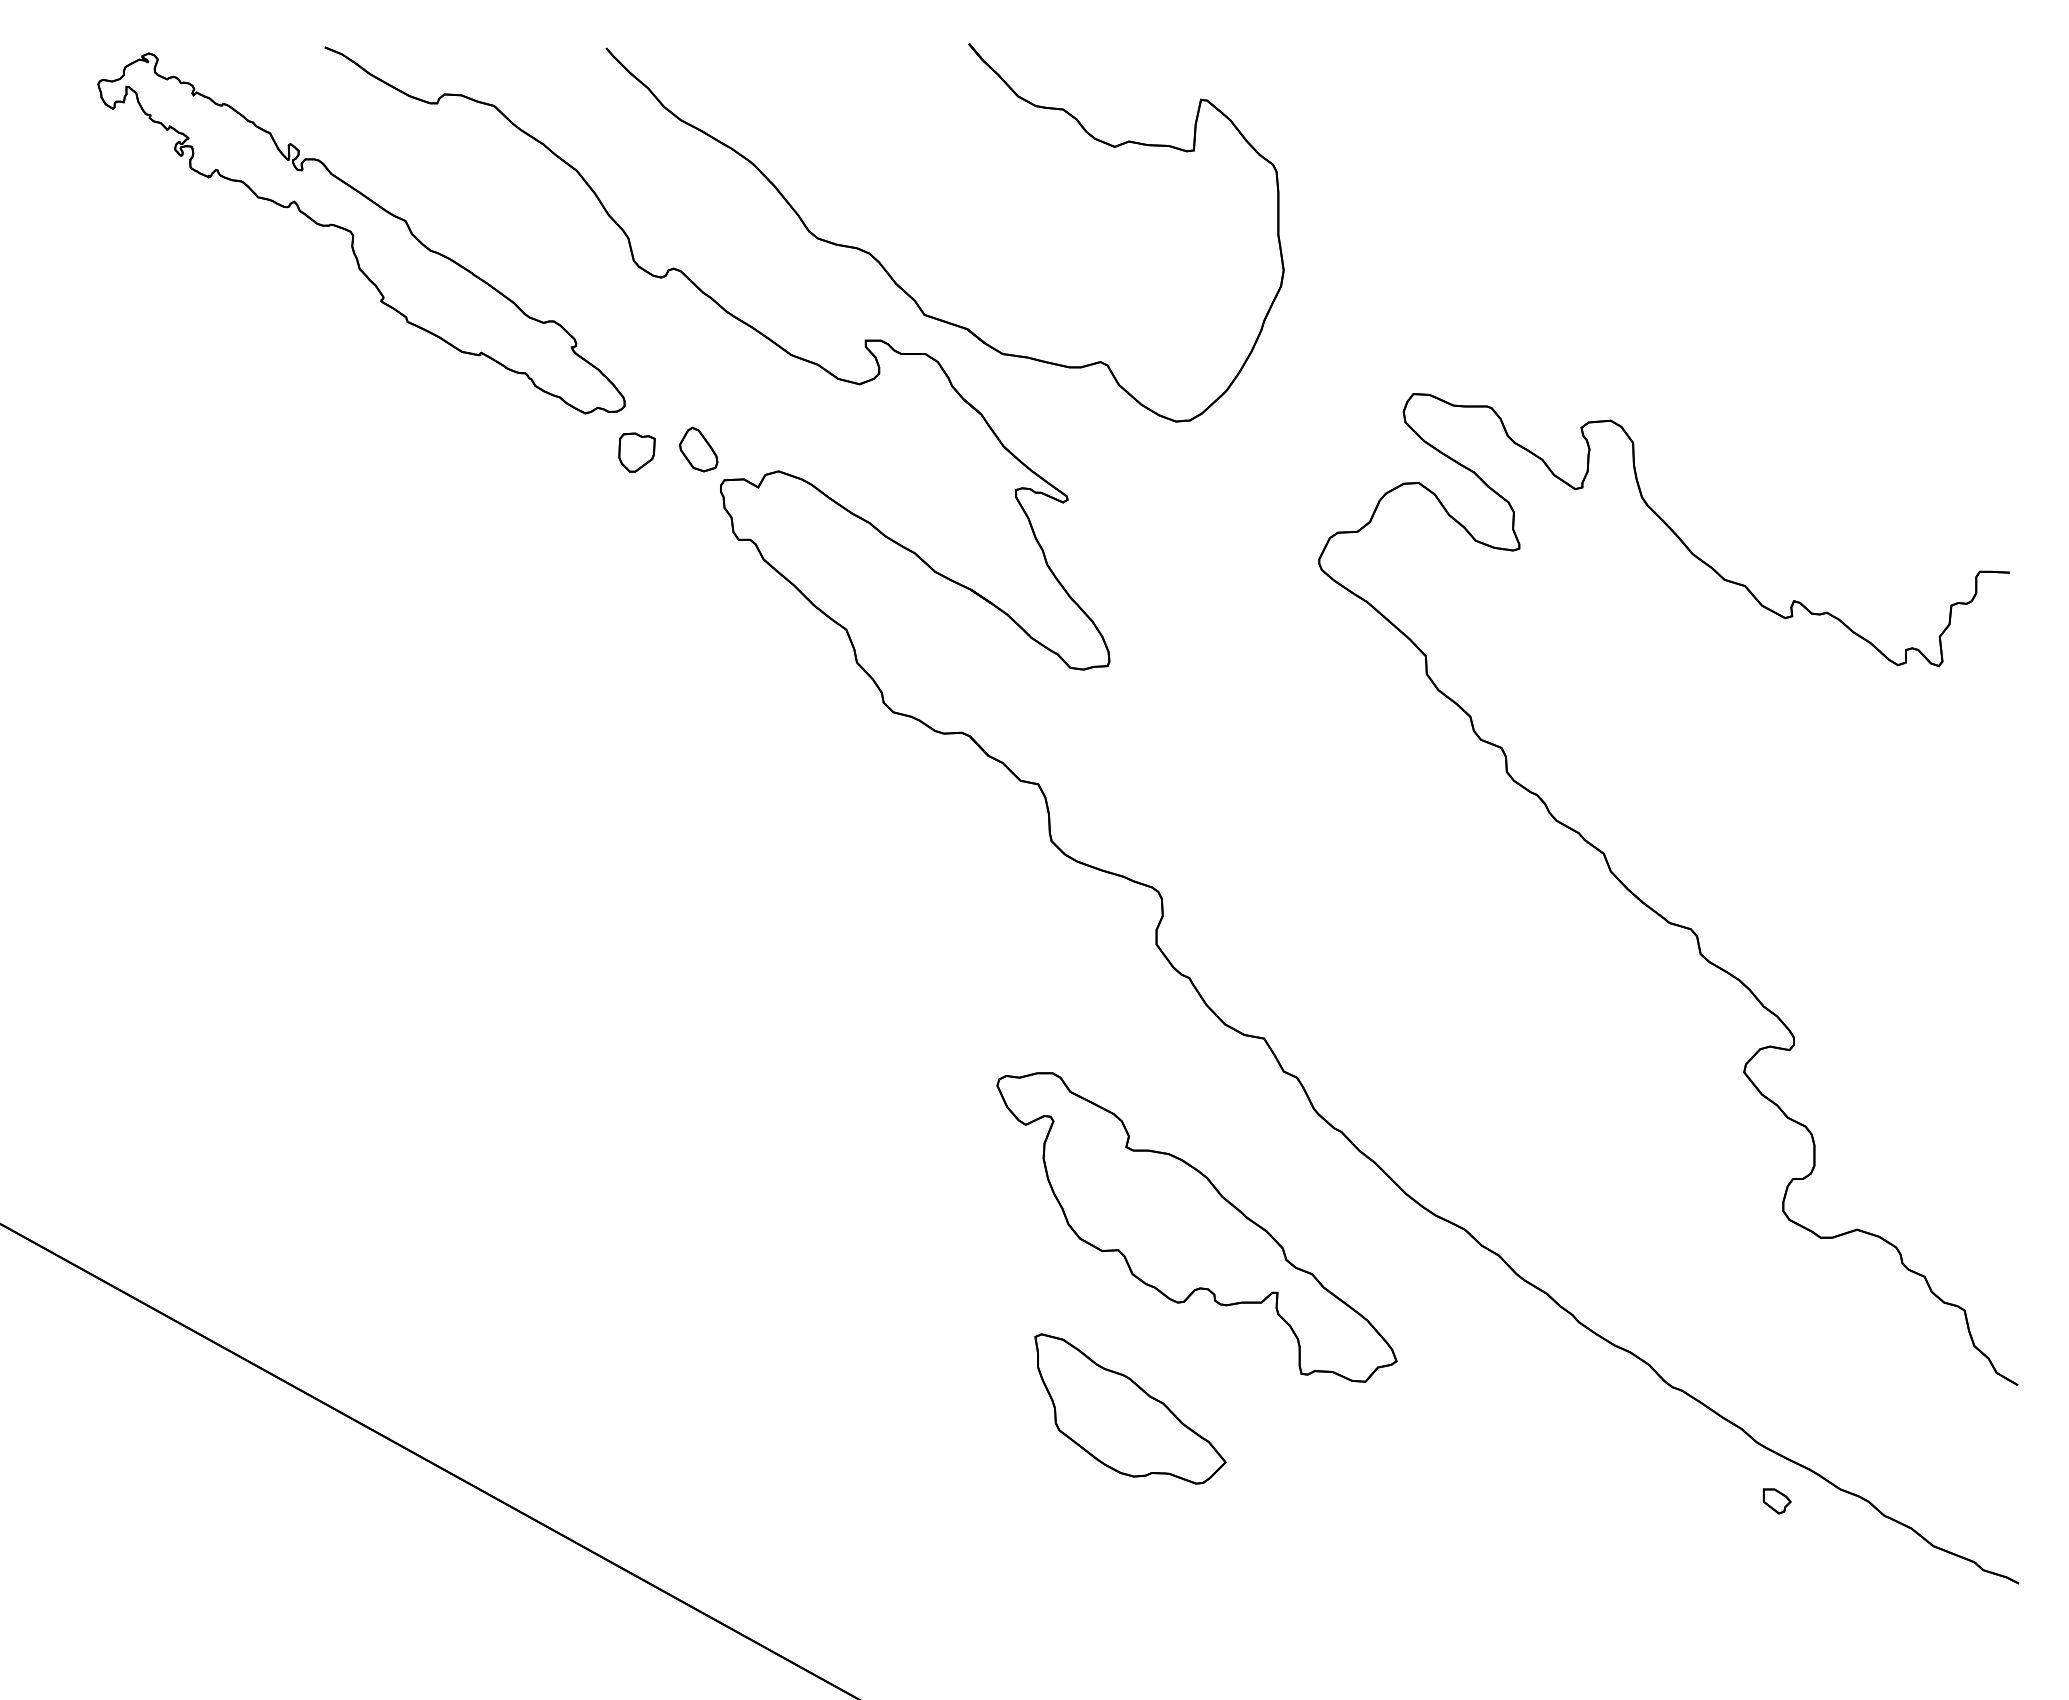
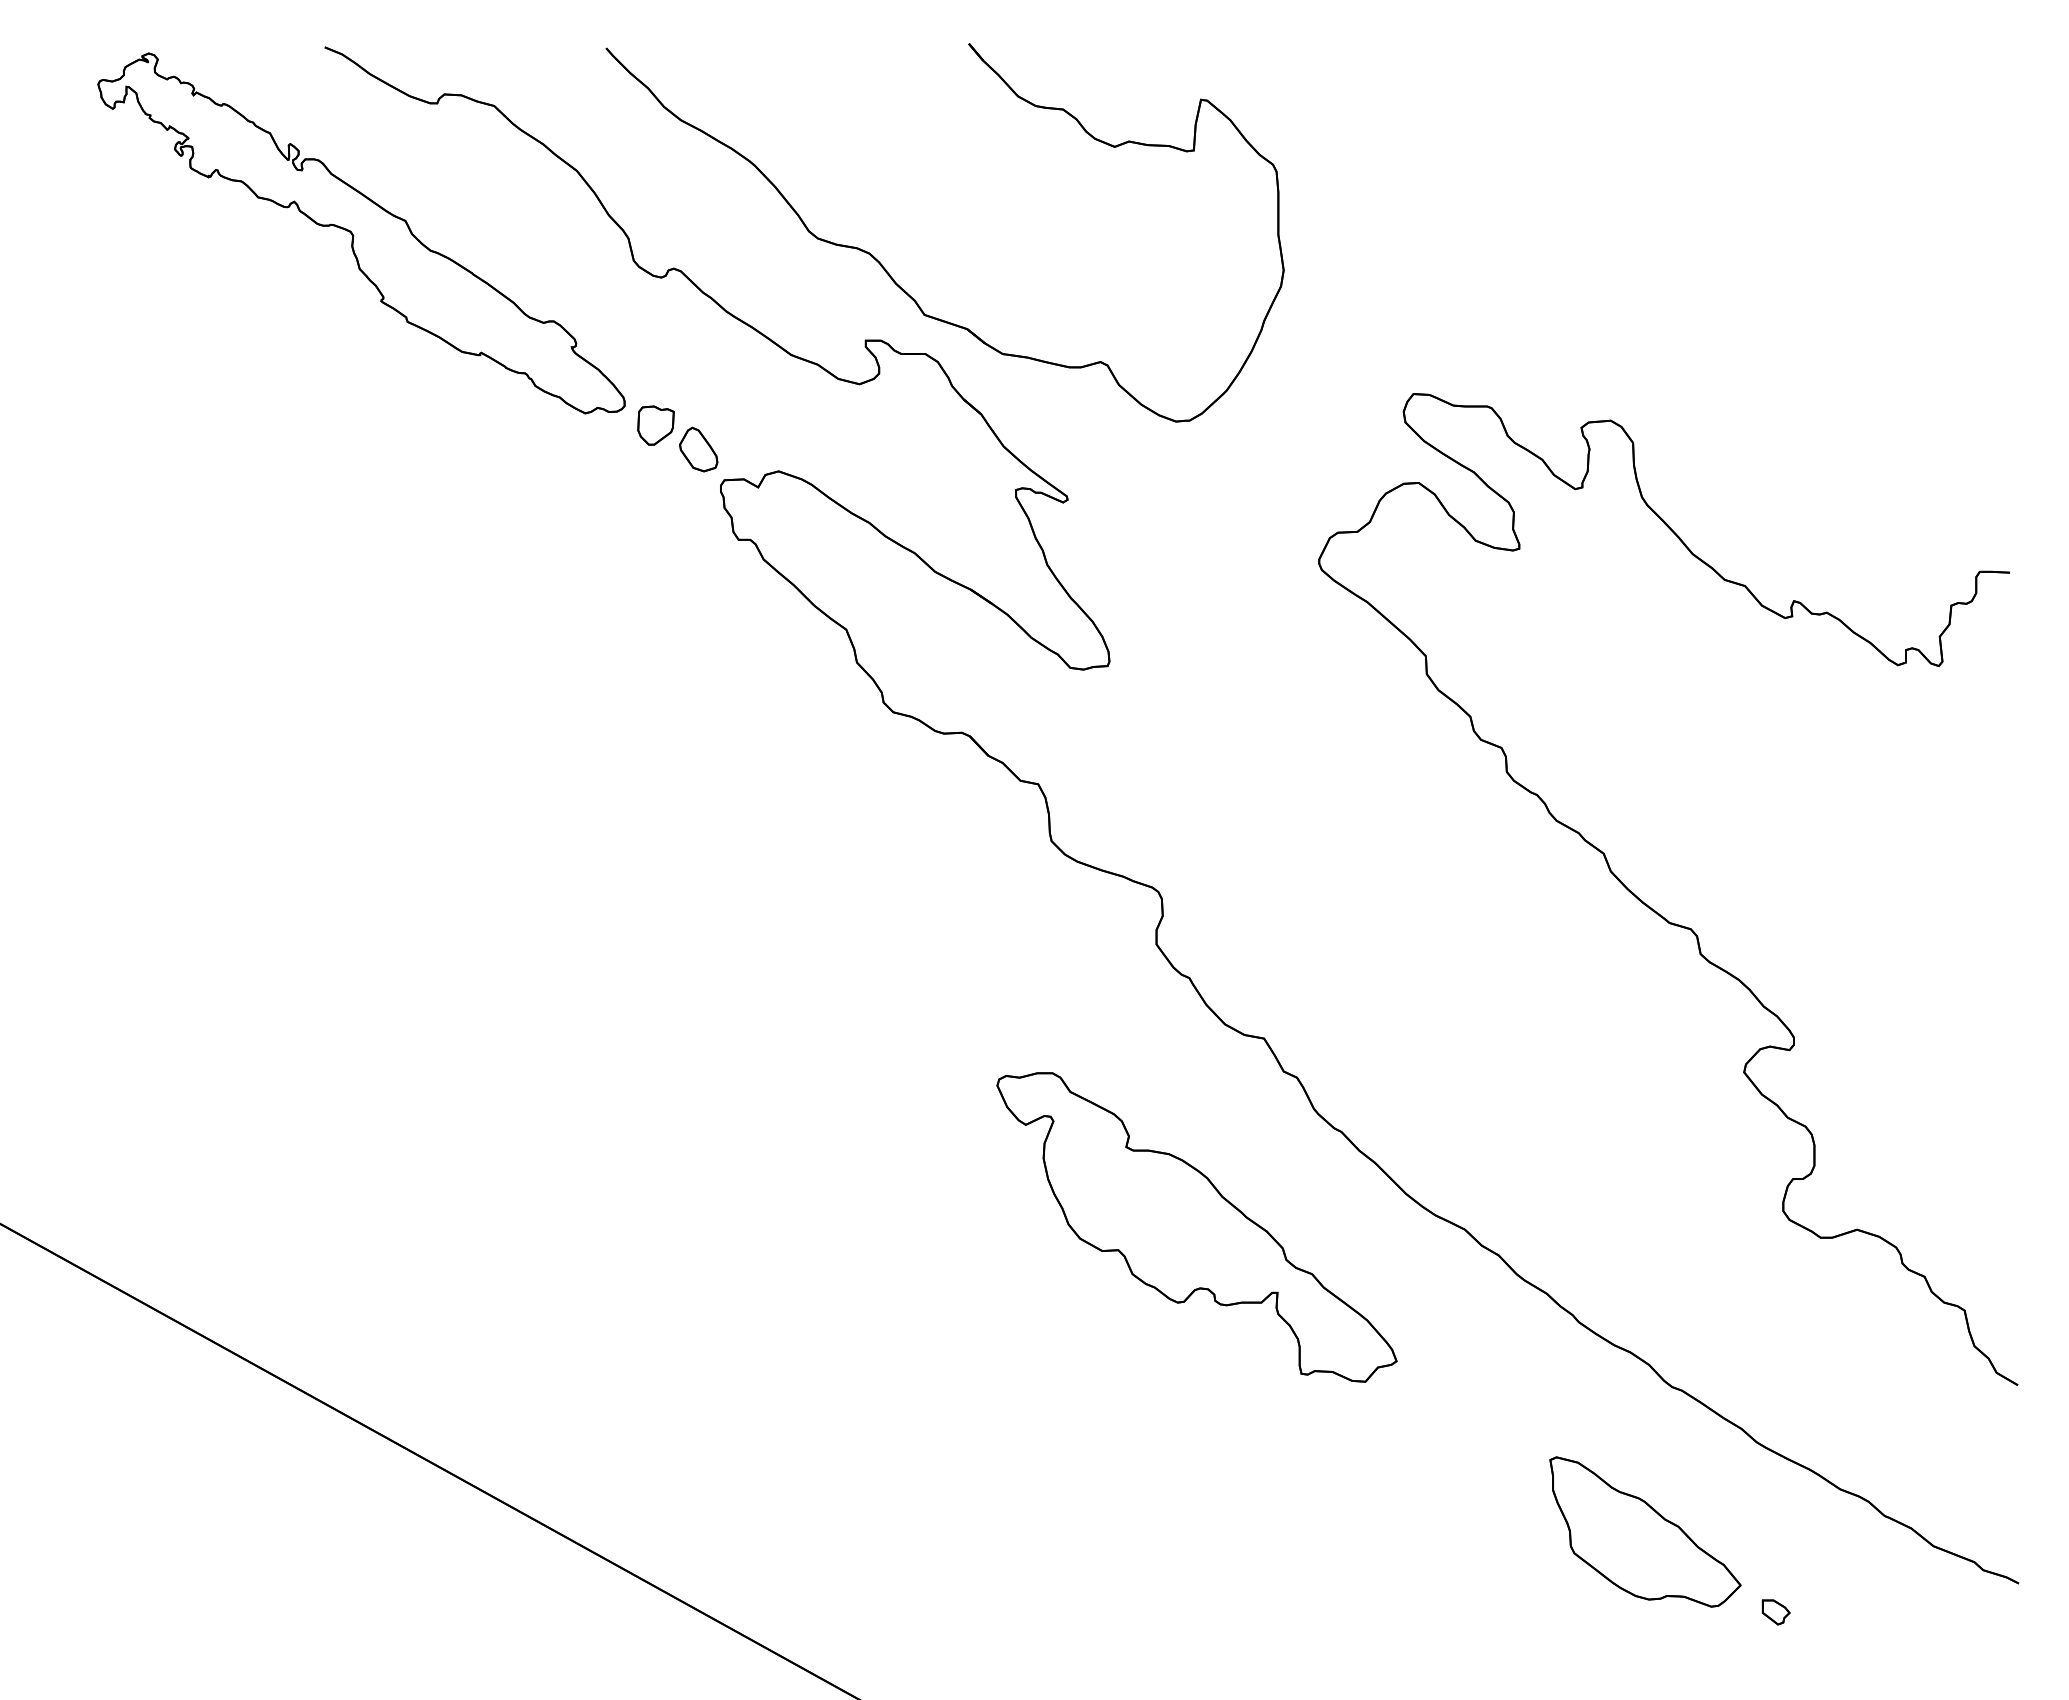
part at (636, 452) position: (636, 452) -> (655, 425)
part at (1130, 1408) position: (1130, 1408) -> (1645, 1531)
part at (1776, 1501) position: (1776, 1501) -> (1775, 1612)
